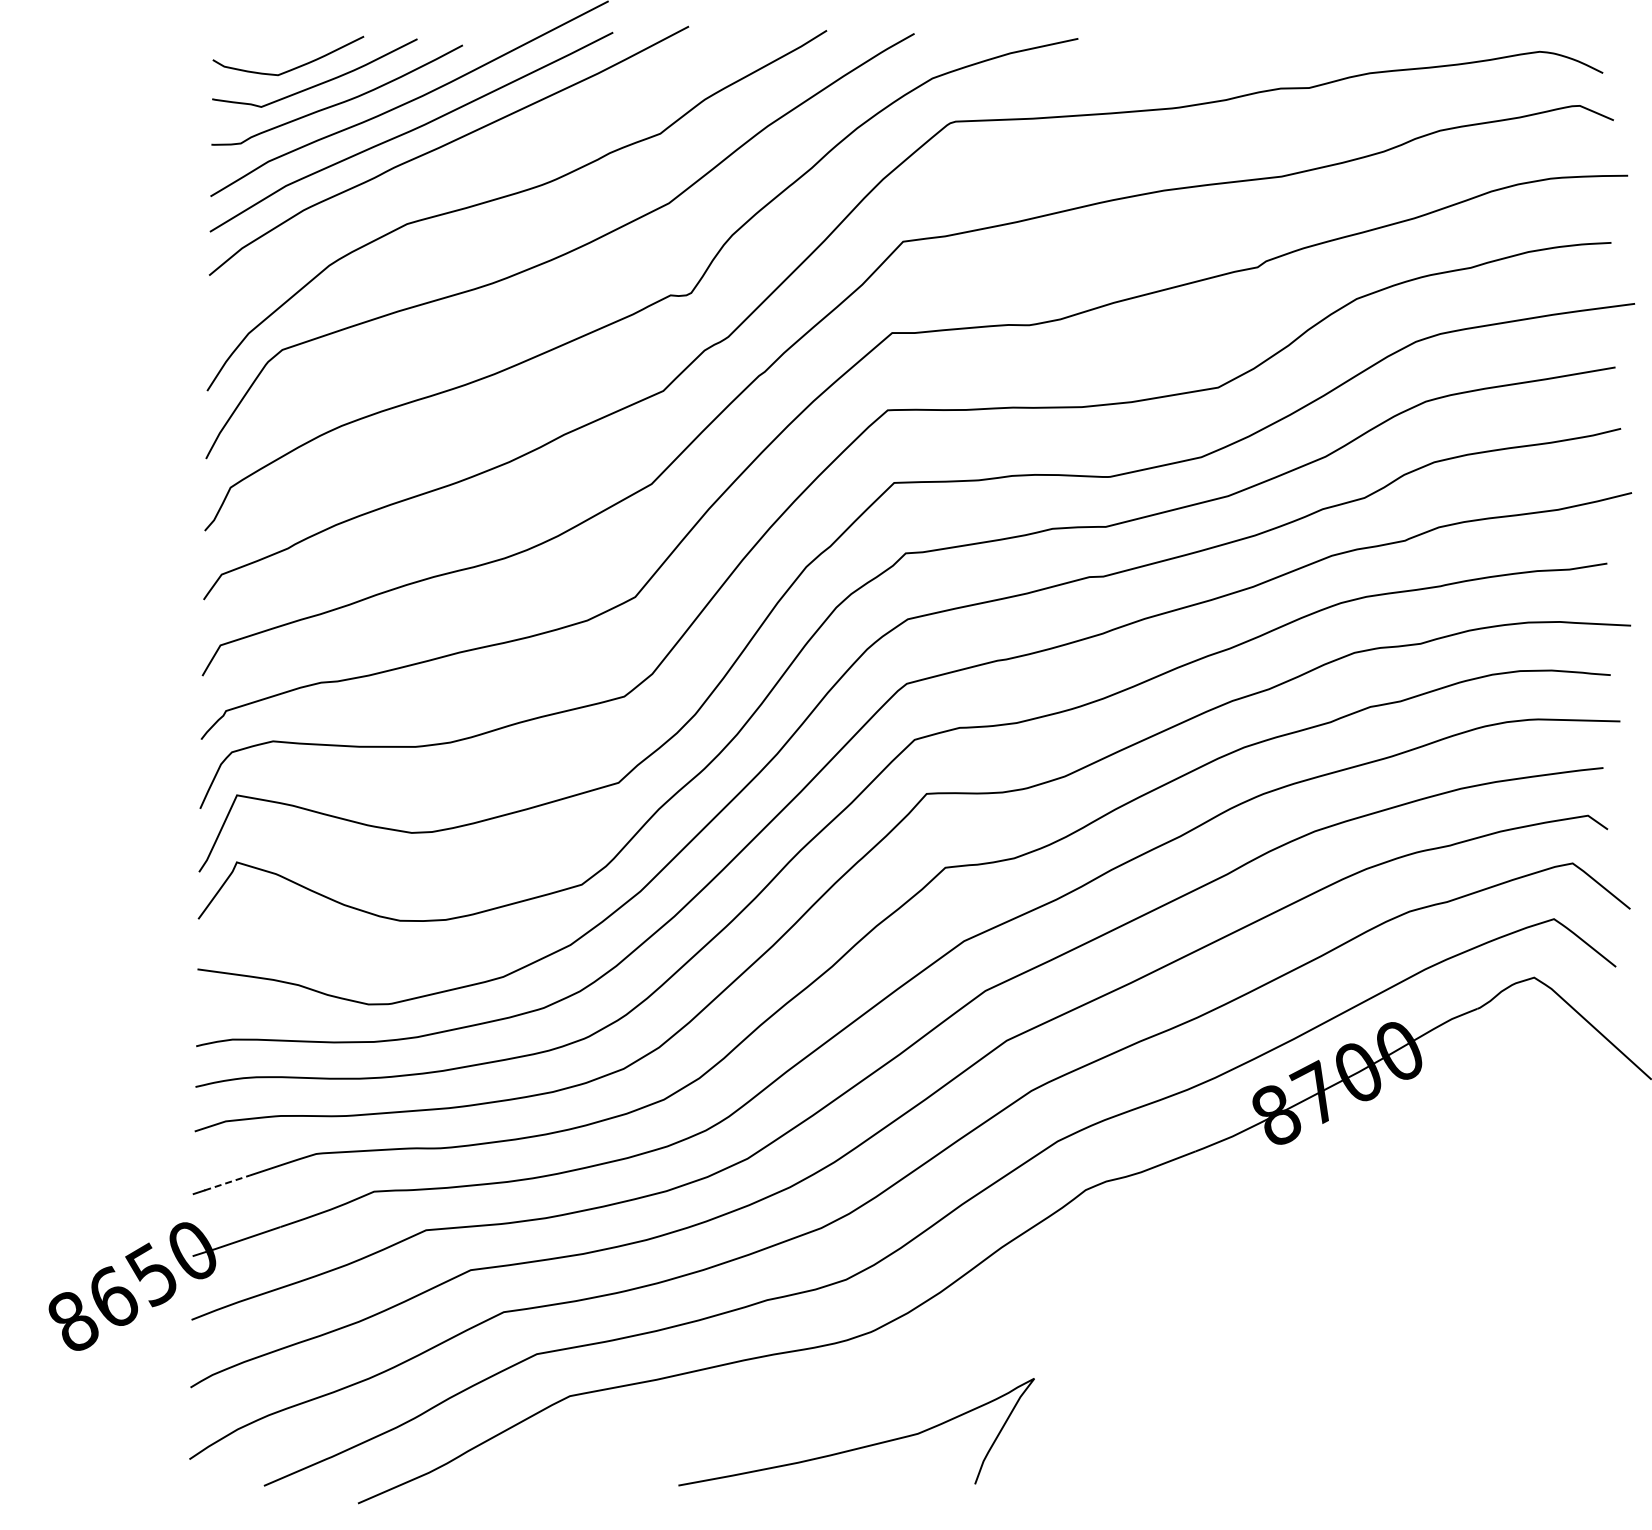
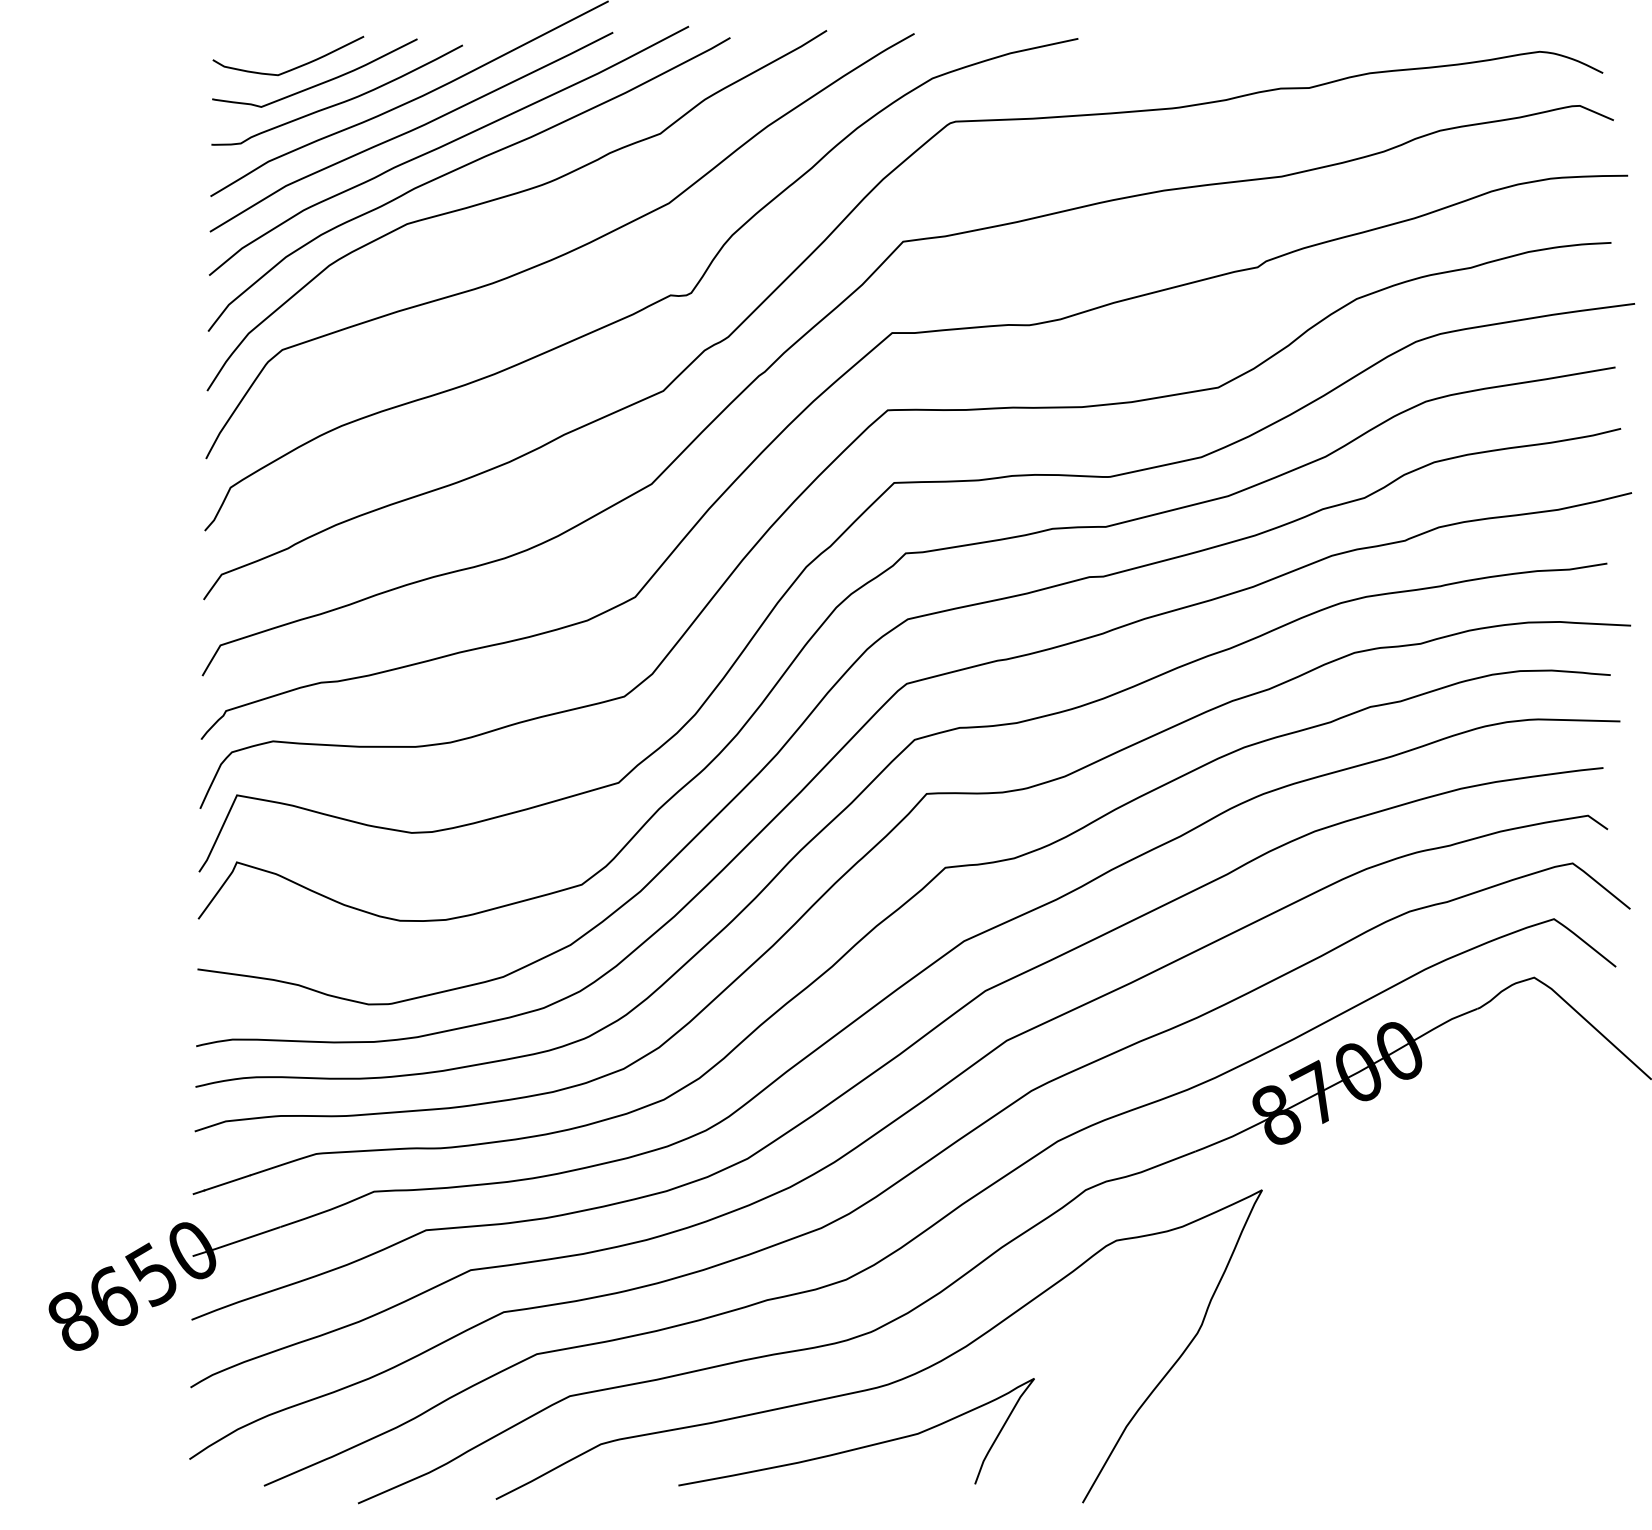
curve at (461, 168): none -> present
line at (227, 1182): dashed -> solid
curve at (892, 1381): none -> present
